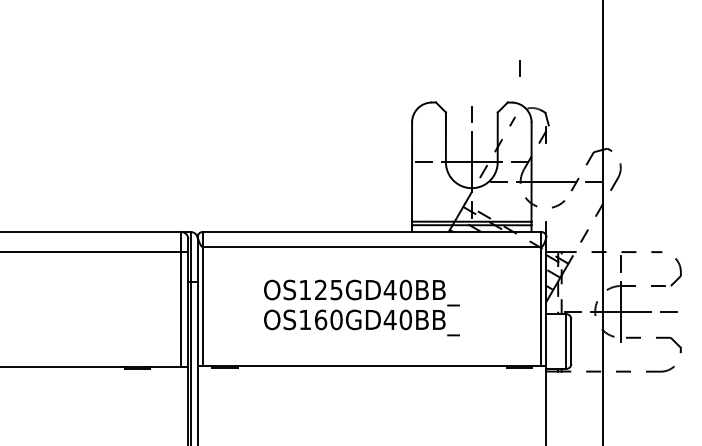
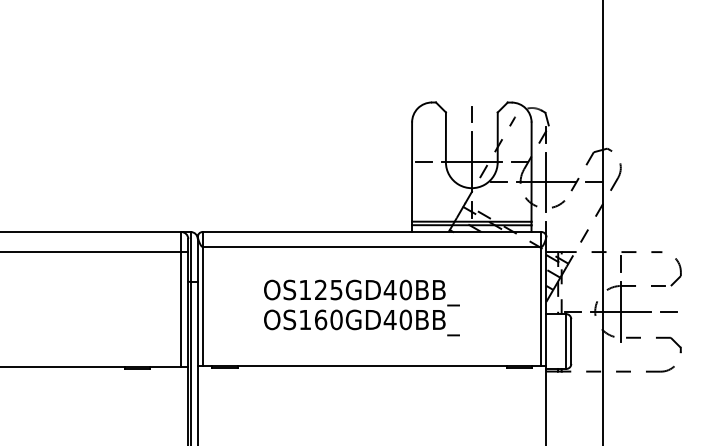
line at (519, 68): present -> none
line at (546, 182): none -> present
